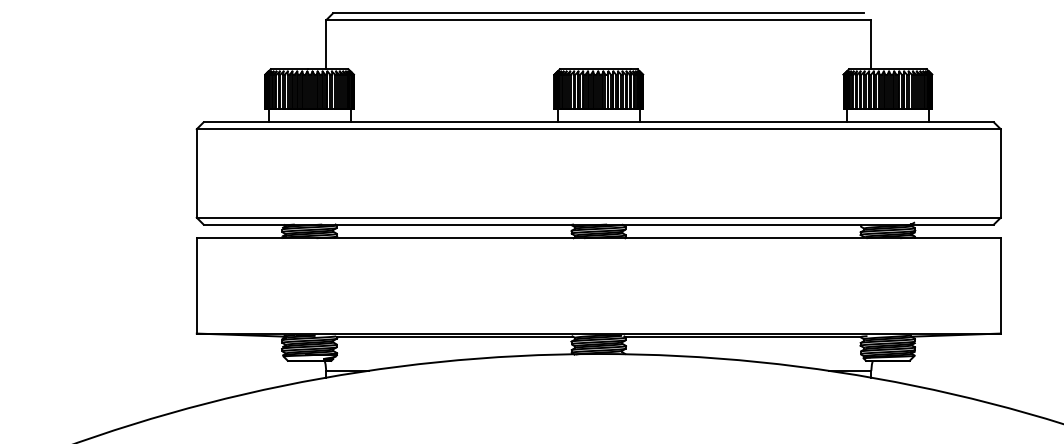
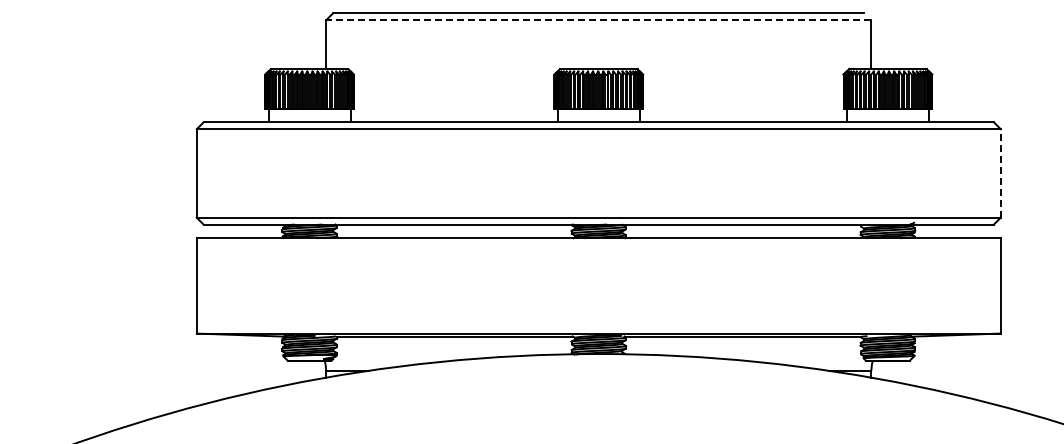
line at (598, 20): solid -> dashed
line at (1000, 172): solid -> dashed
